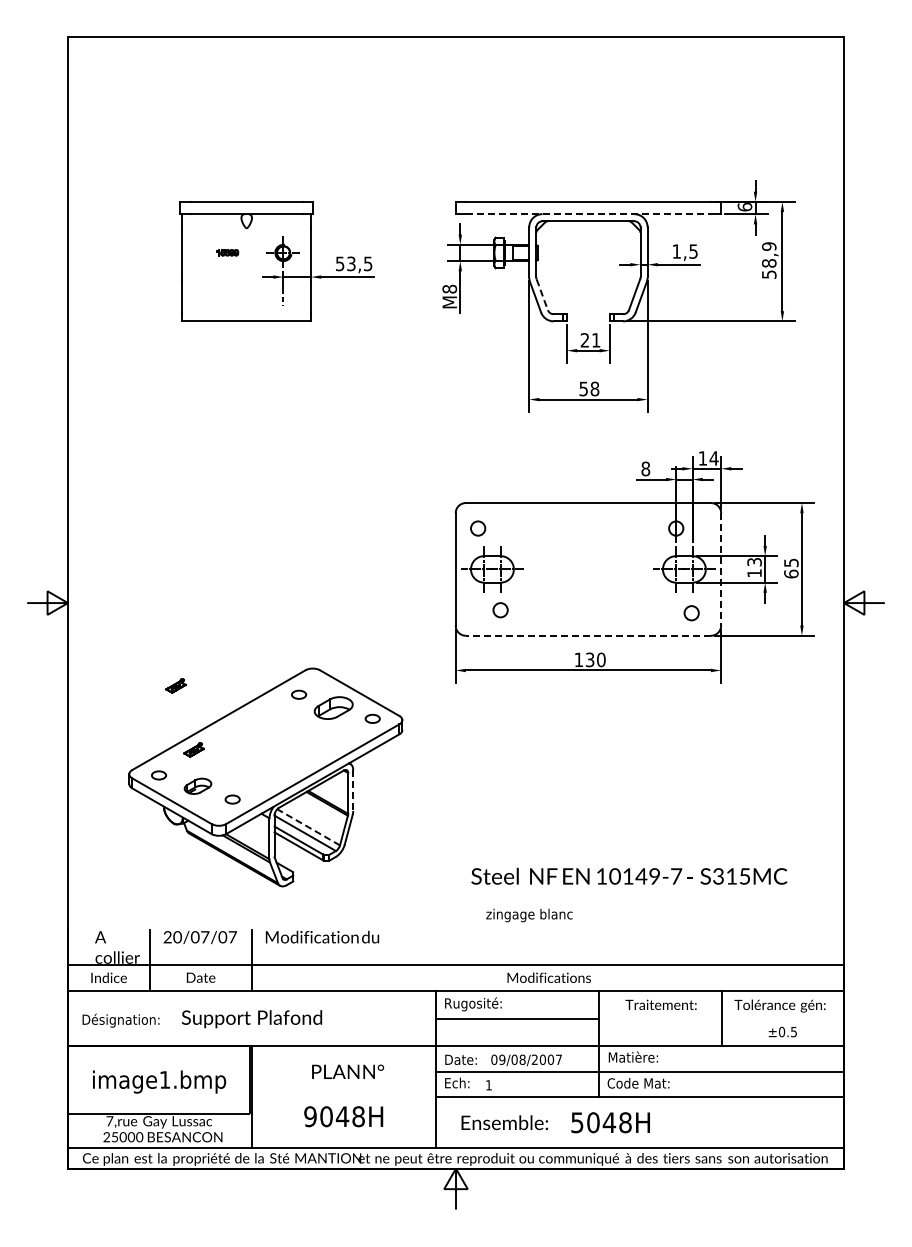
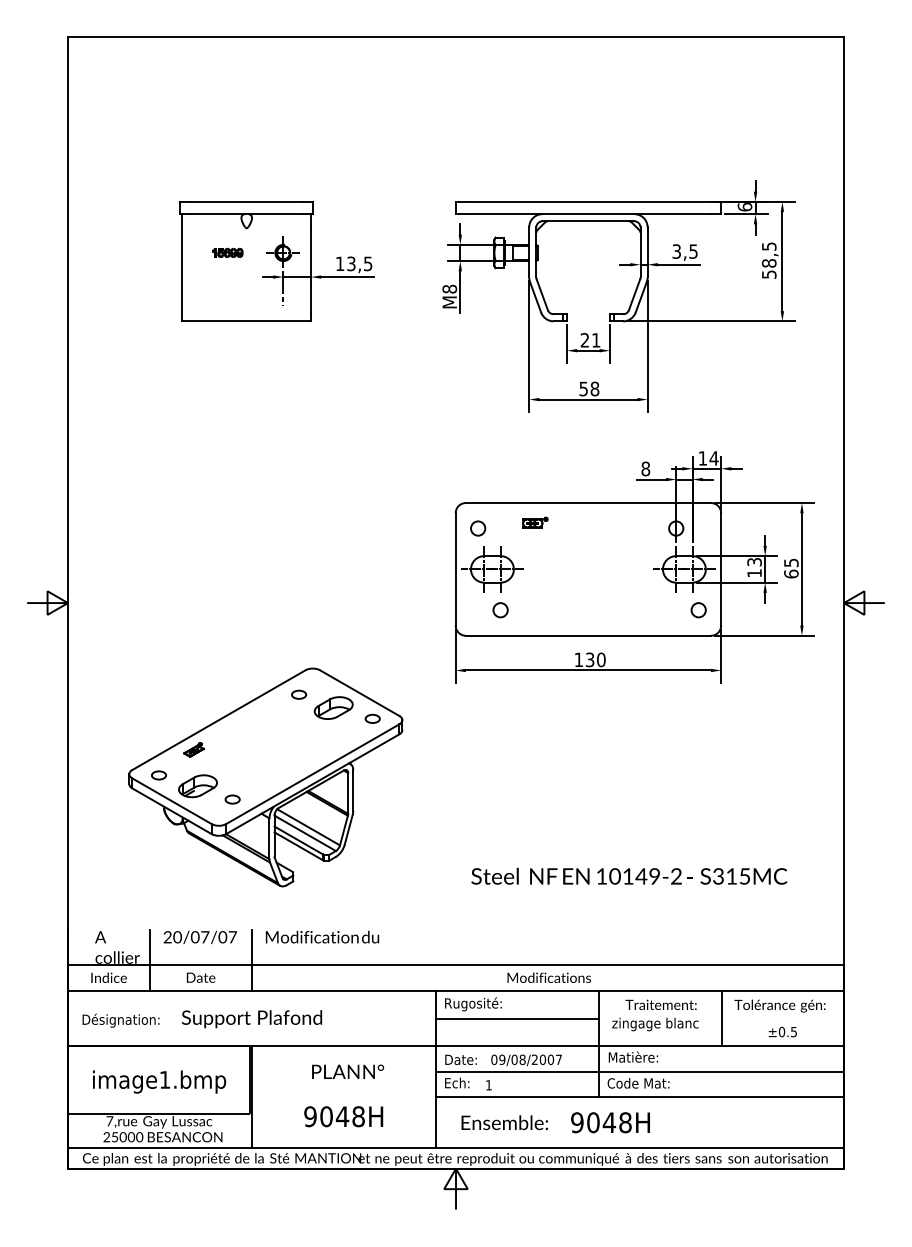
line at (588, 214): dashed -> solid
text at (768, 246): 58,9 -> 58,5
text at (676, 251): 1,5 -> 3,5
part at (227, 252) size: 24x8 px -> 32x11 px
text at (340, 263): 53,5 -> 13,5
line at (542, 295): dashed -> solid
part at (535, 522): none -> present
line at (721, 569): dashed -> solid
circle at (691, 613) position: (691, 613) -> (698, 610)
line at (588, 635): dashed -> solid
part at (175, 685): present -> none
part at (197, 785) size: 30x18 px -> 40x25 px
line at (353, 791): dashed -> solid
line at (308, 827): dashed -> solid
text at (676, 876): 10149-7 -> 10149-2
text at (529, 915) position: (529, 915) -> (655, 1024)
text at (577, 1122): 5048H -> 9048H
